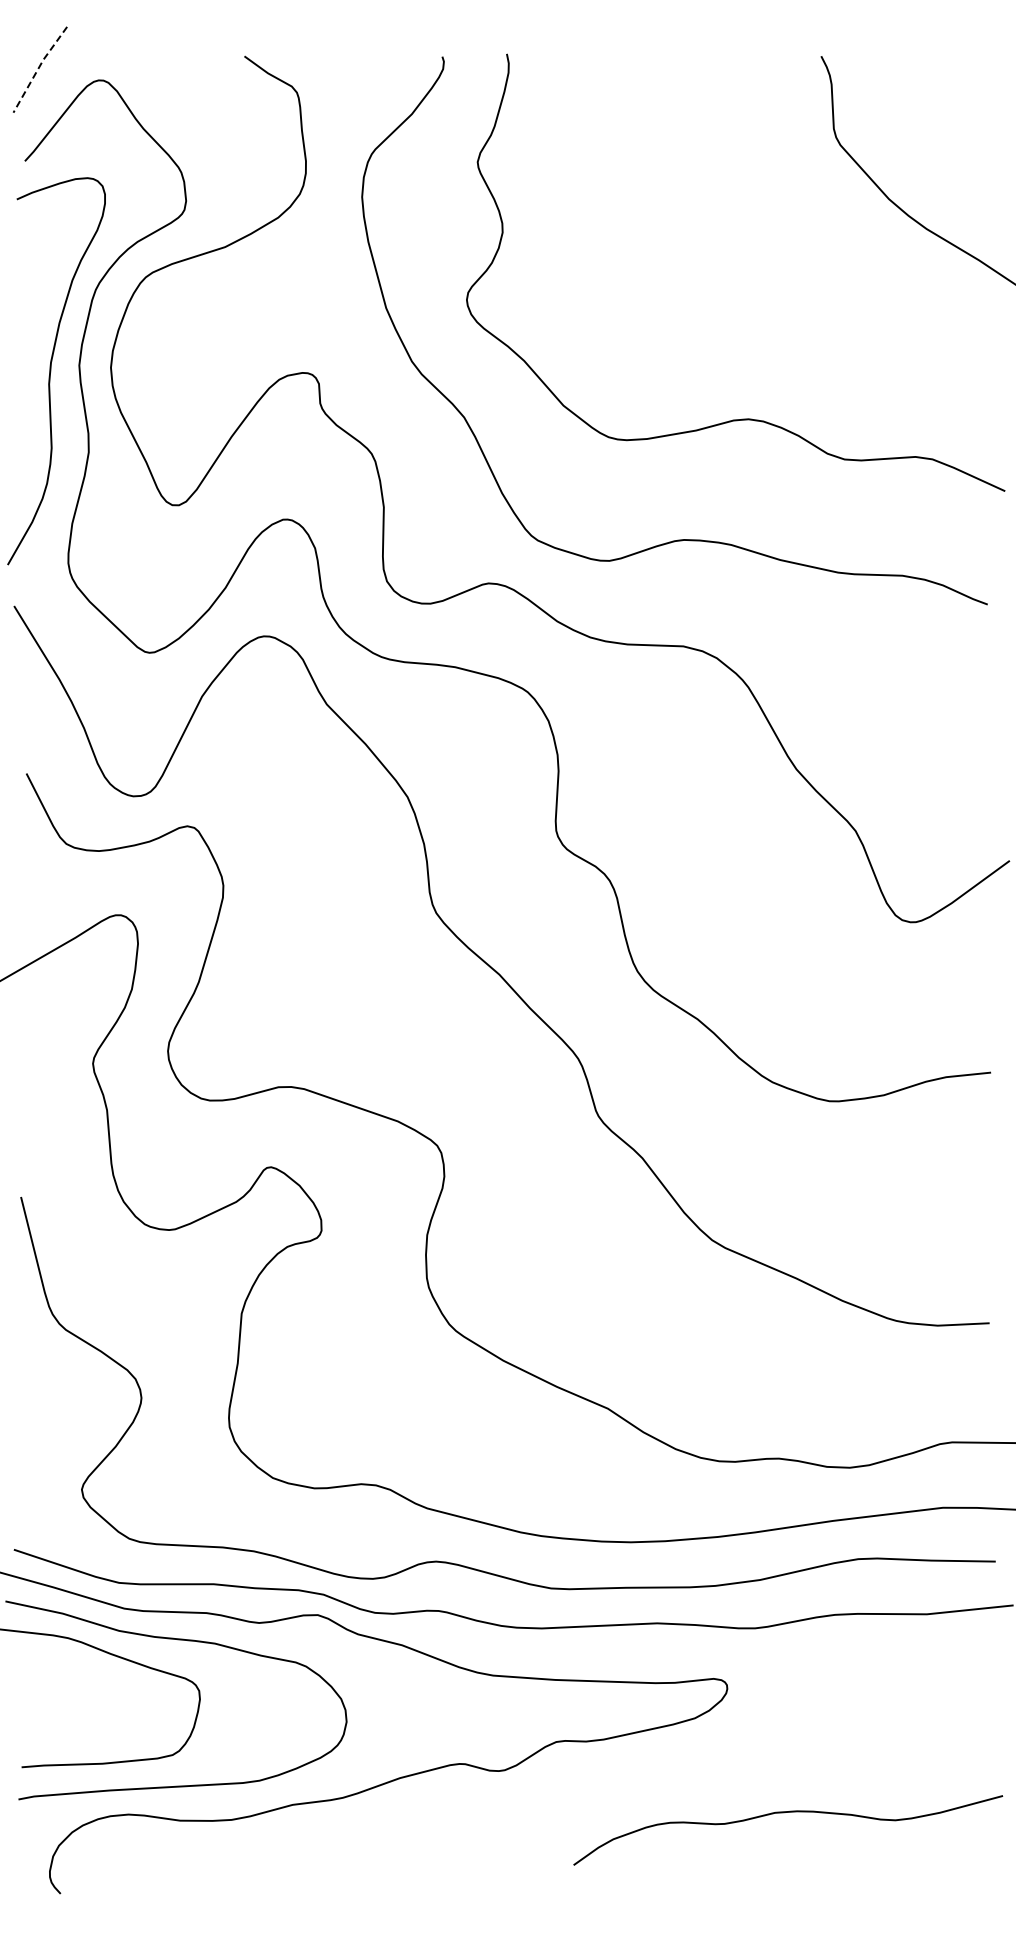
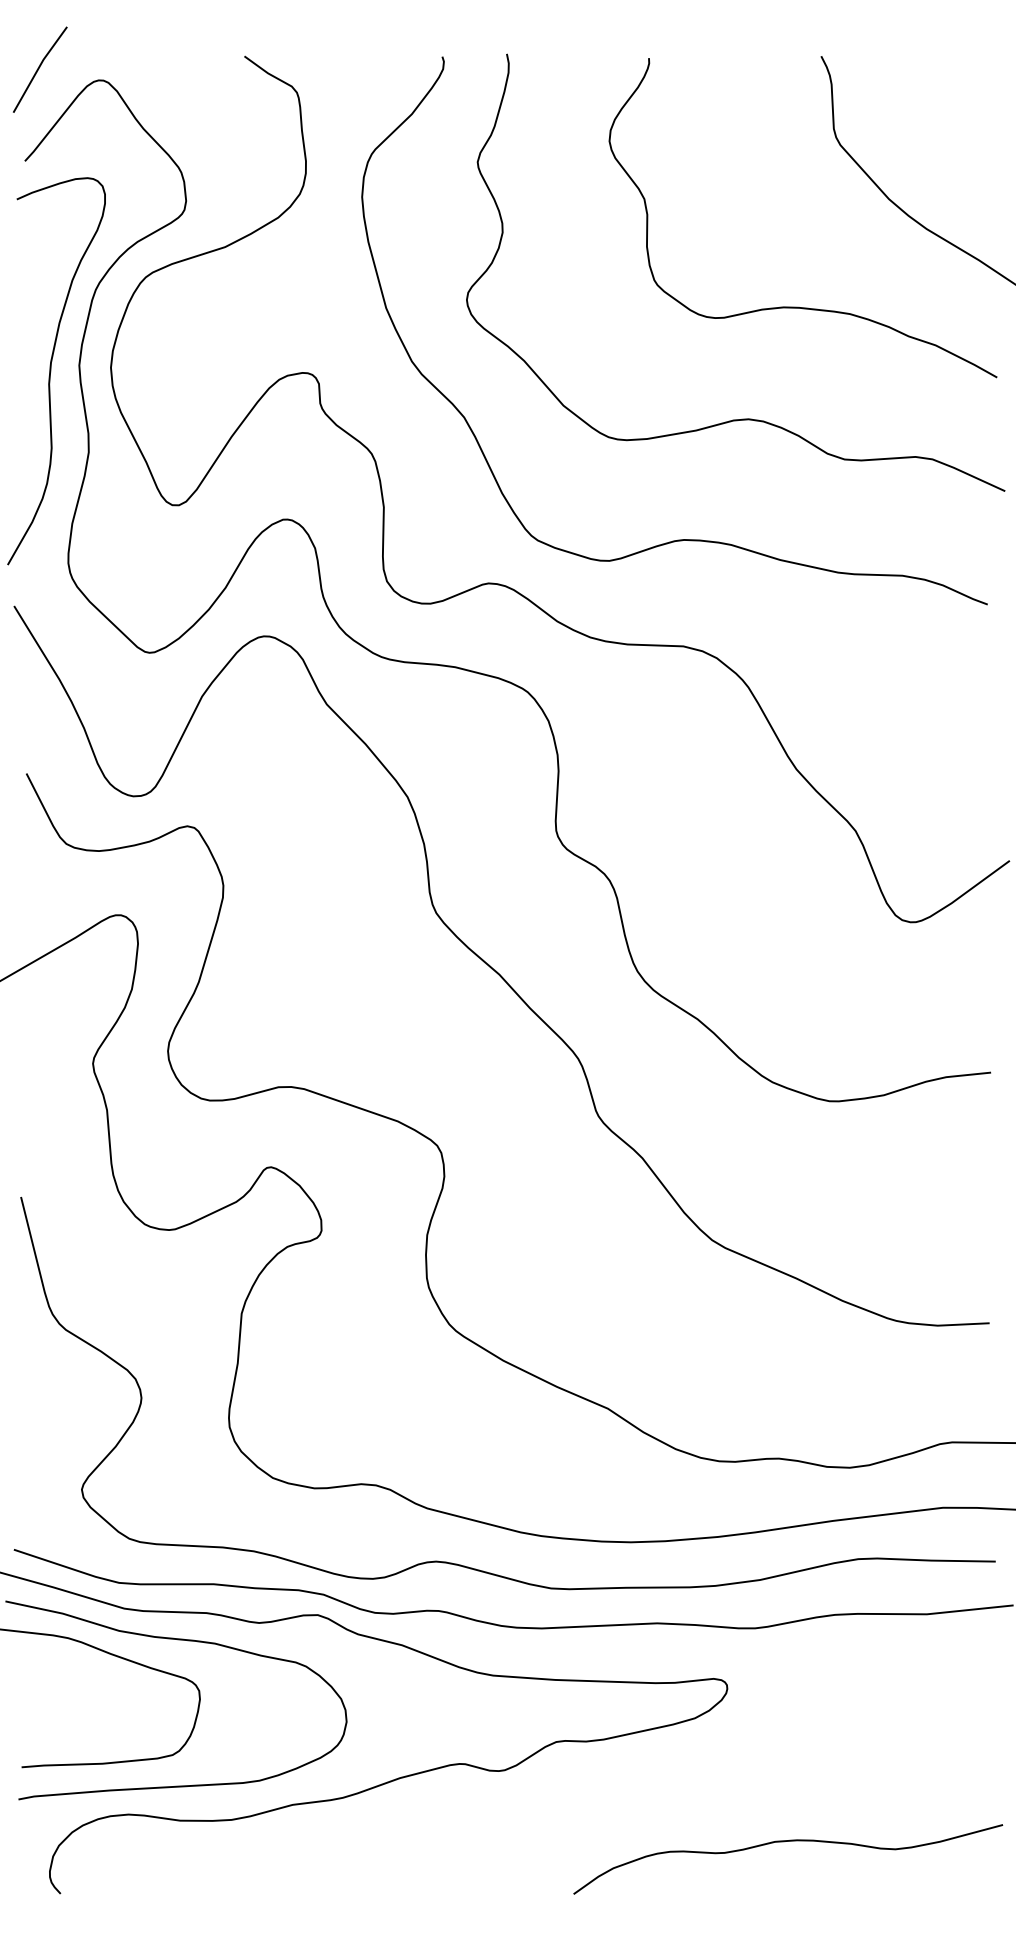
line at (38, 68): dashed -> solid
curve at (798, 306): none -> present
curve at (784, 1813) position: (784, 1813) -> (784, 1842)
